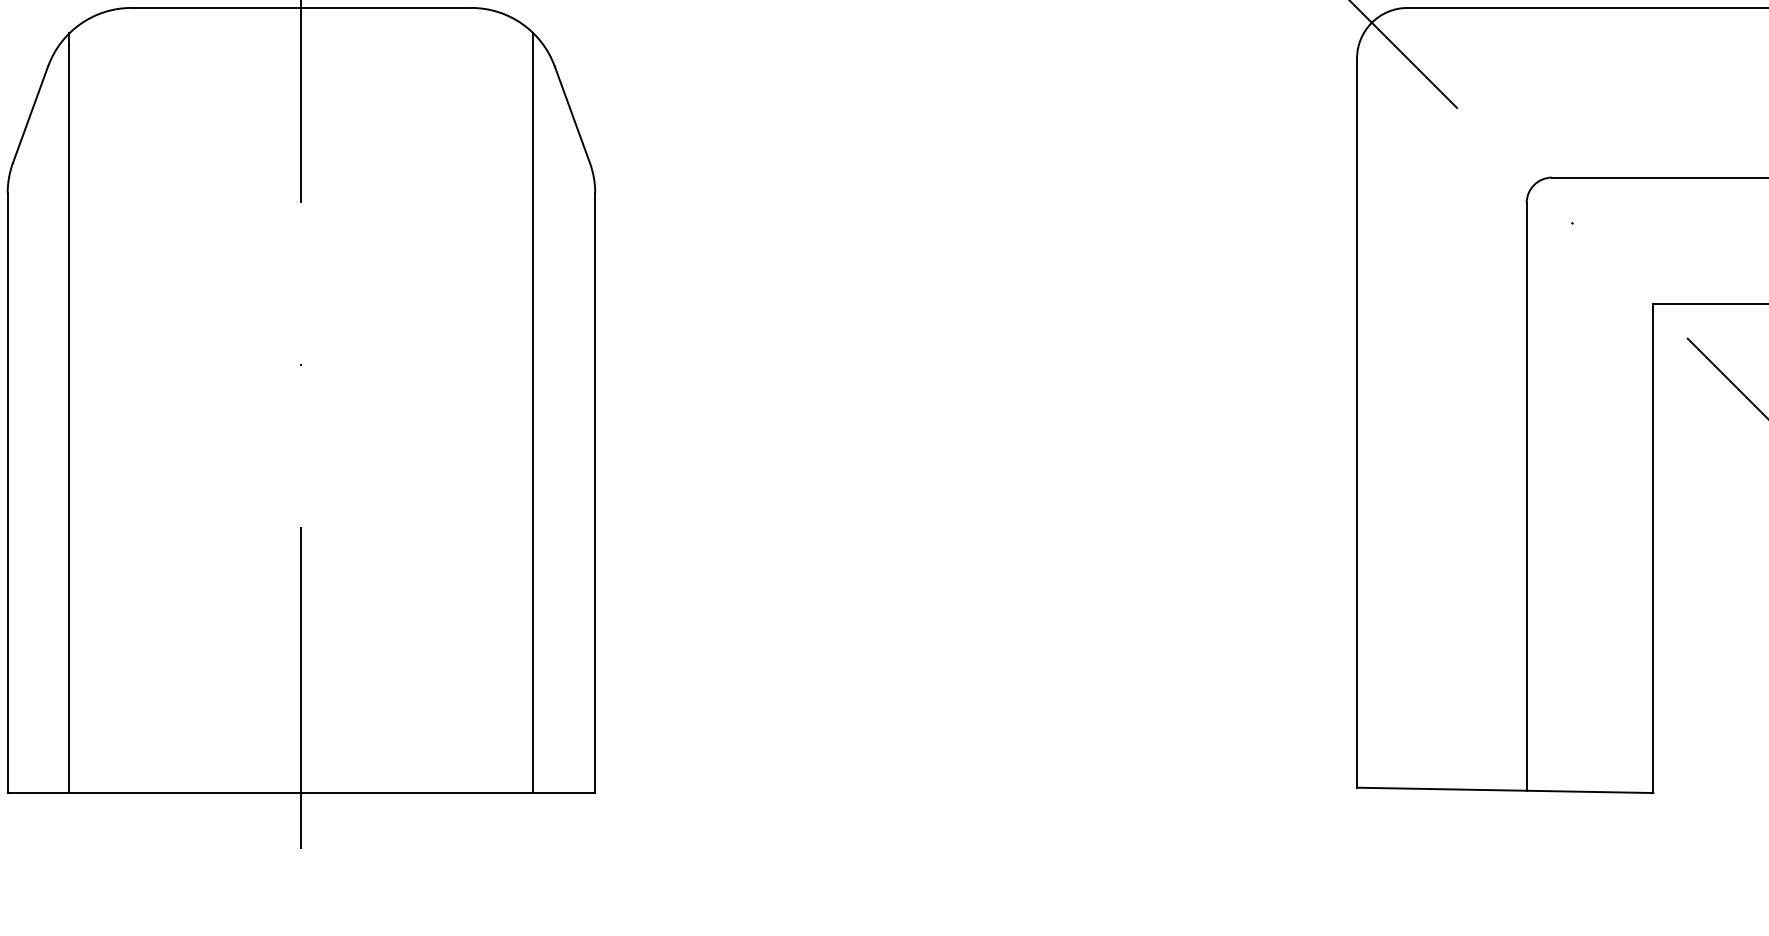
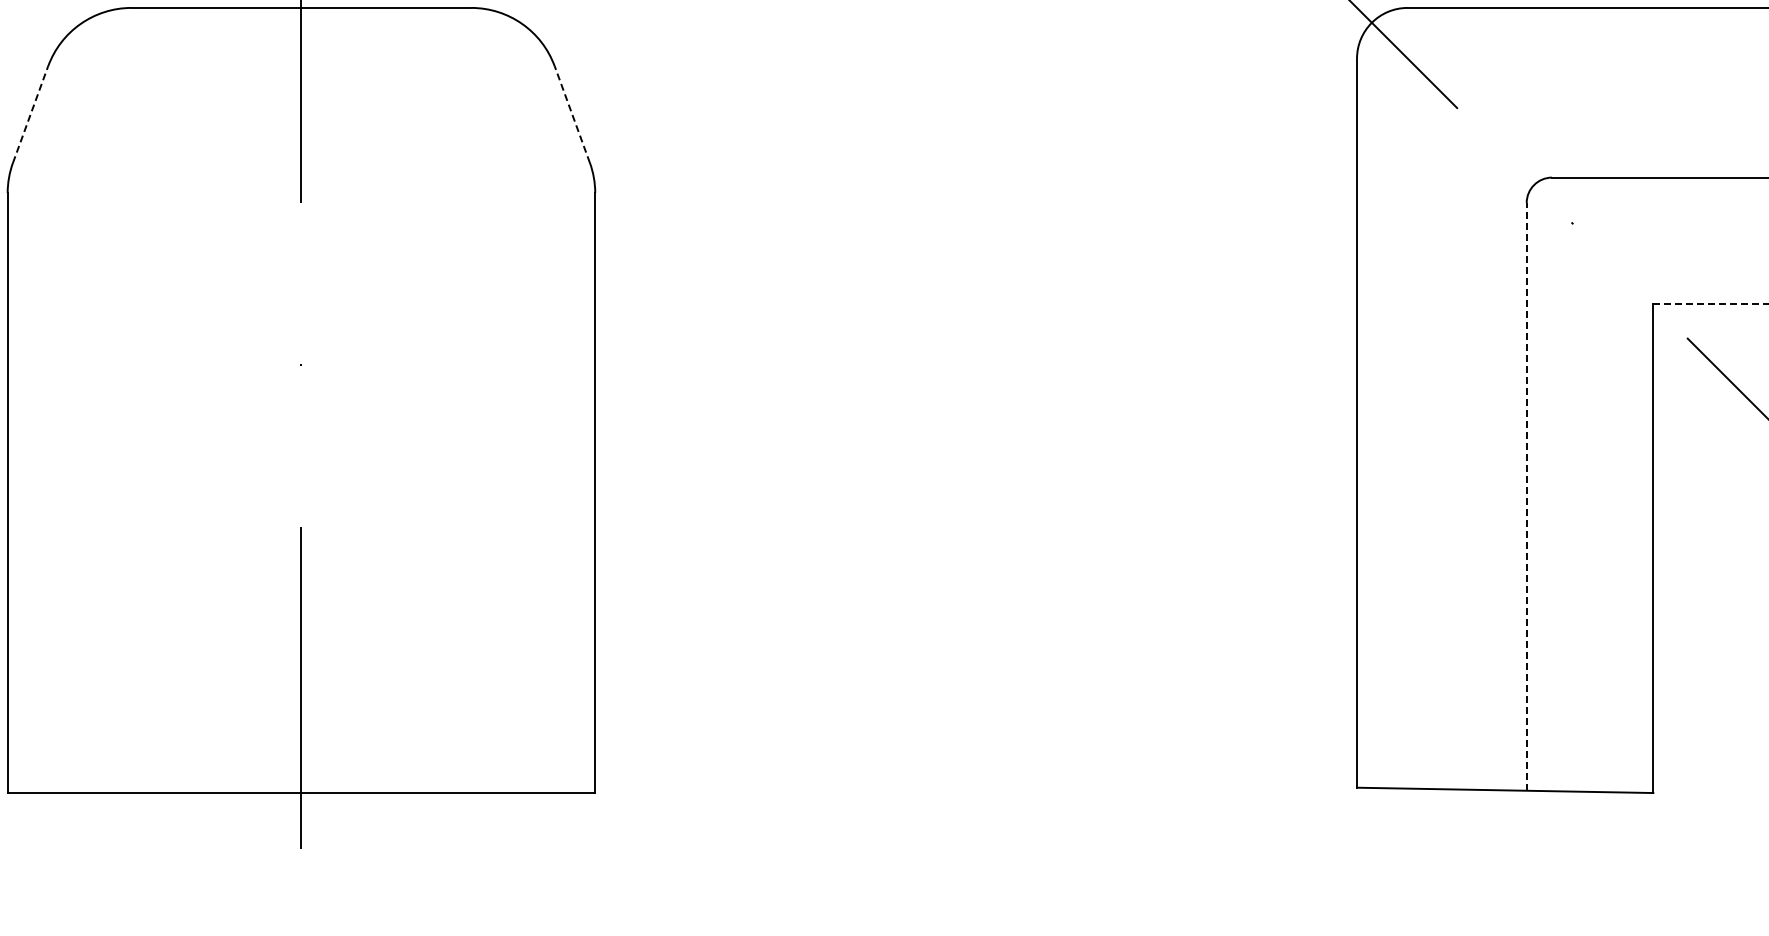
line at (30, 114): solid -> dashed
line at (572, 114): solid -> dashed
line at (1711, 304): solid -> dashed
line at (69, 413): present -> none
line at (533, 413): present -> none
line at (1526, 496): solid -> dashed
